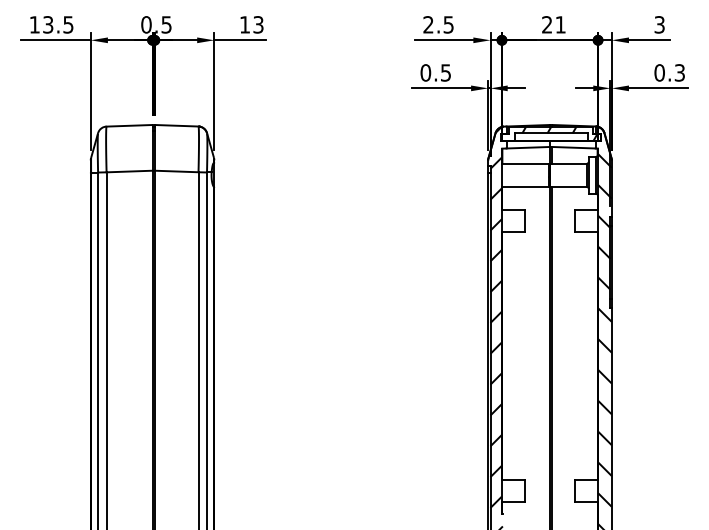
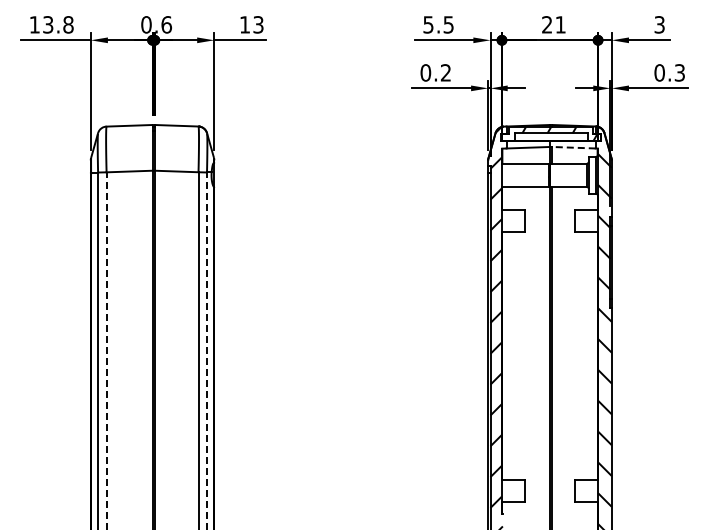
text at (68, 24): 13.5 -> 13.8
text at (166, 24): 0.5 -> 0.6
text at (428, 24): 2.5 -> 5.5
text at (445, 72): 0.5 -> 0.2
line at (574, 147): solid -> dashed
line at (207, 350): solid -> dashed
line at (106, 351): solid -> dashed
